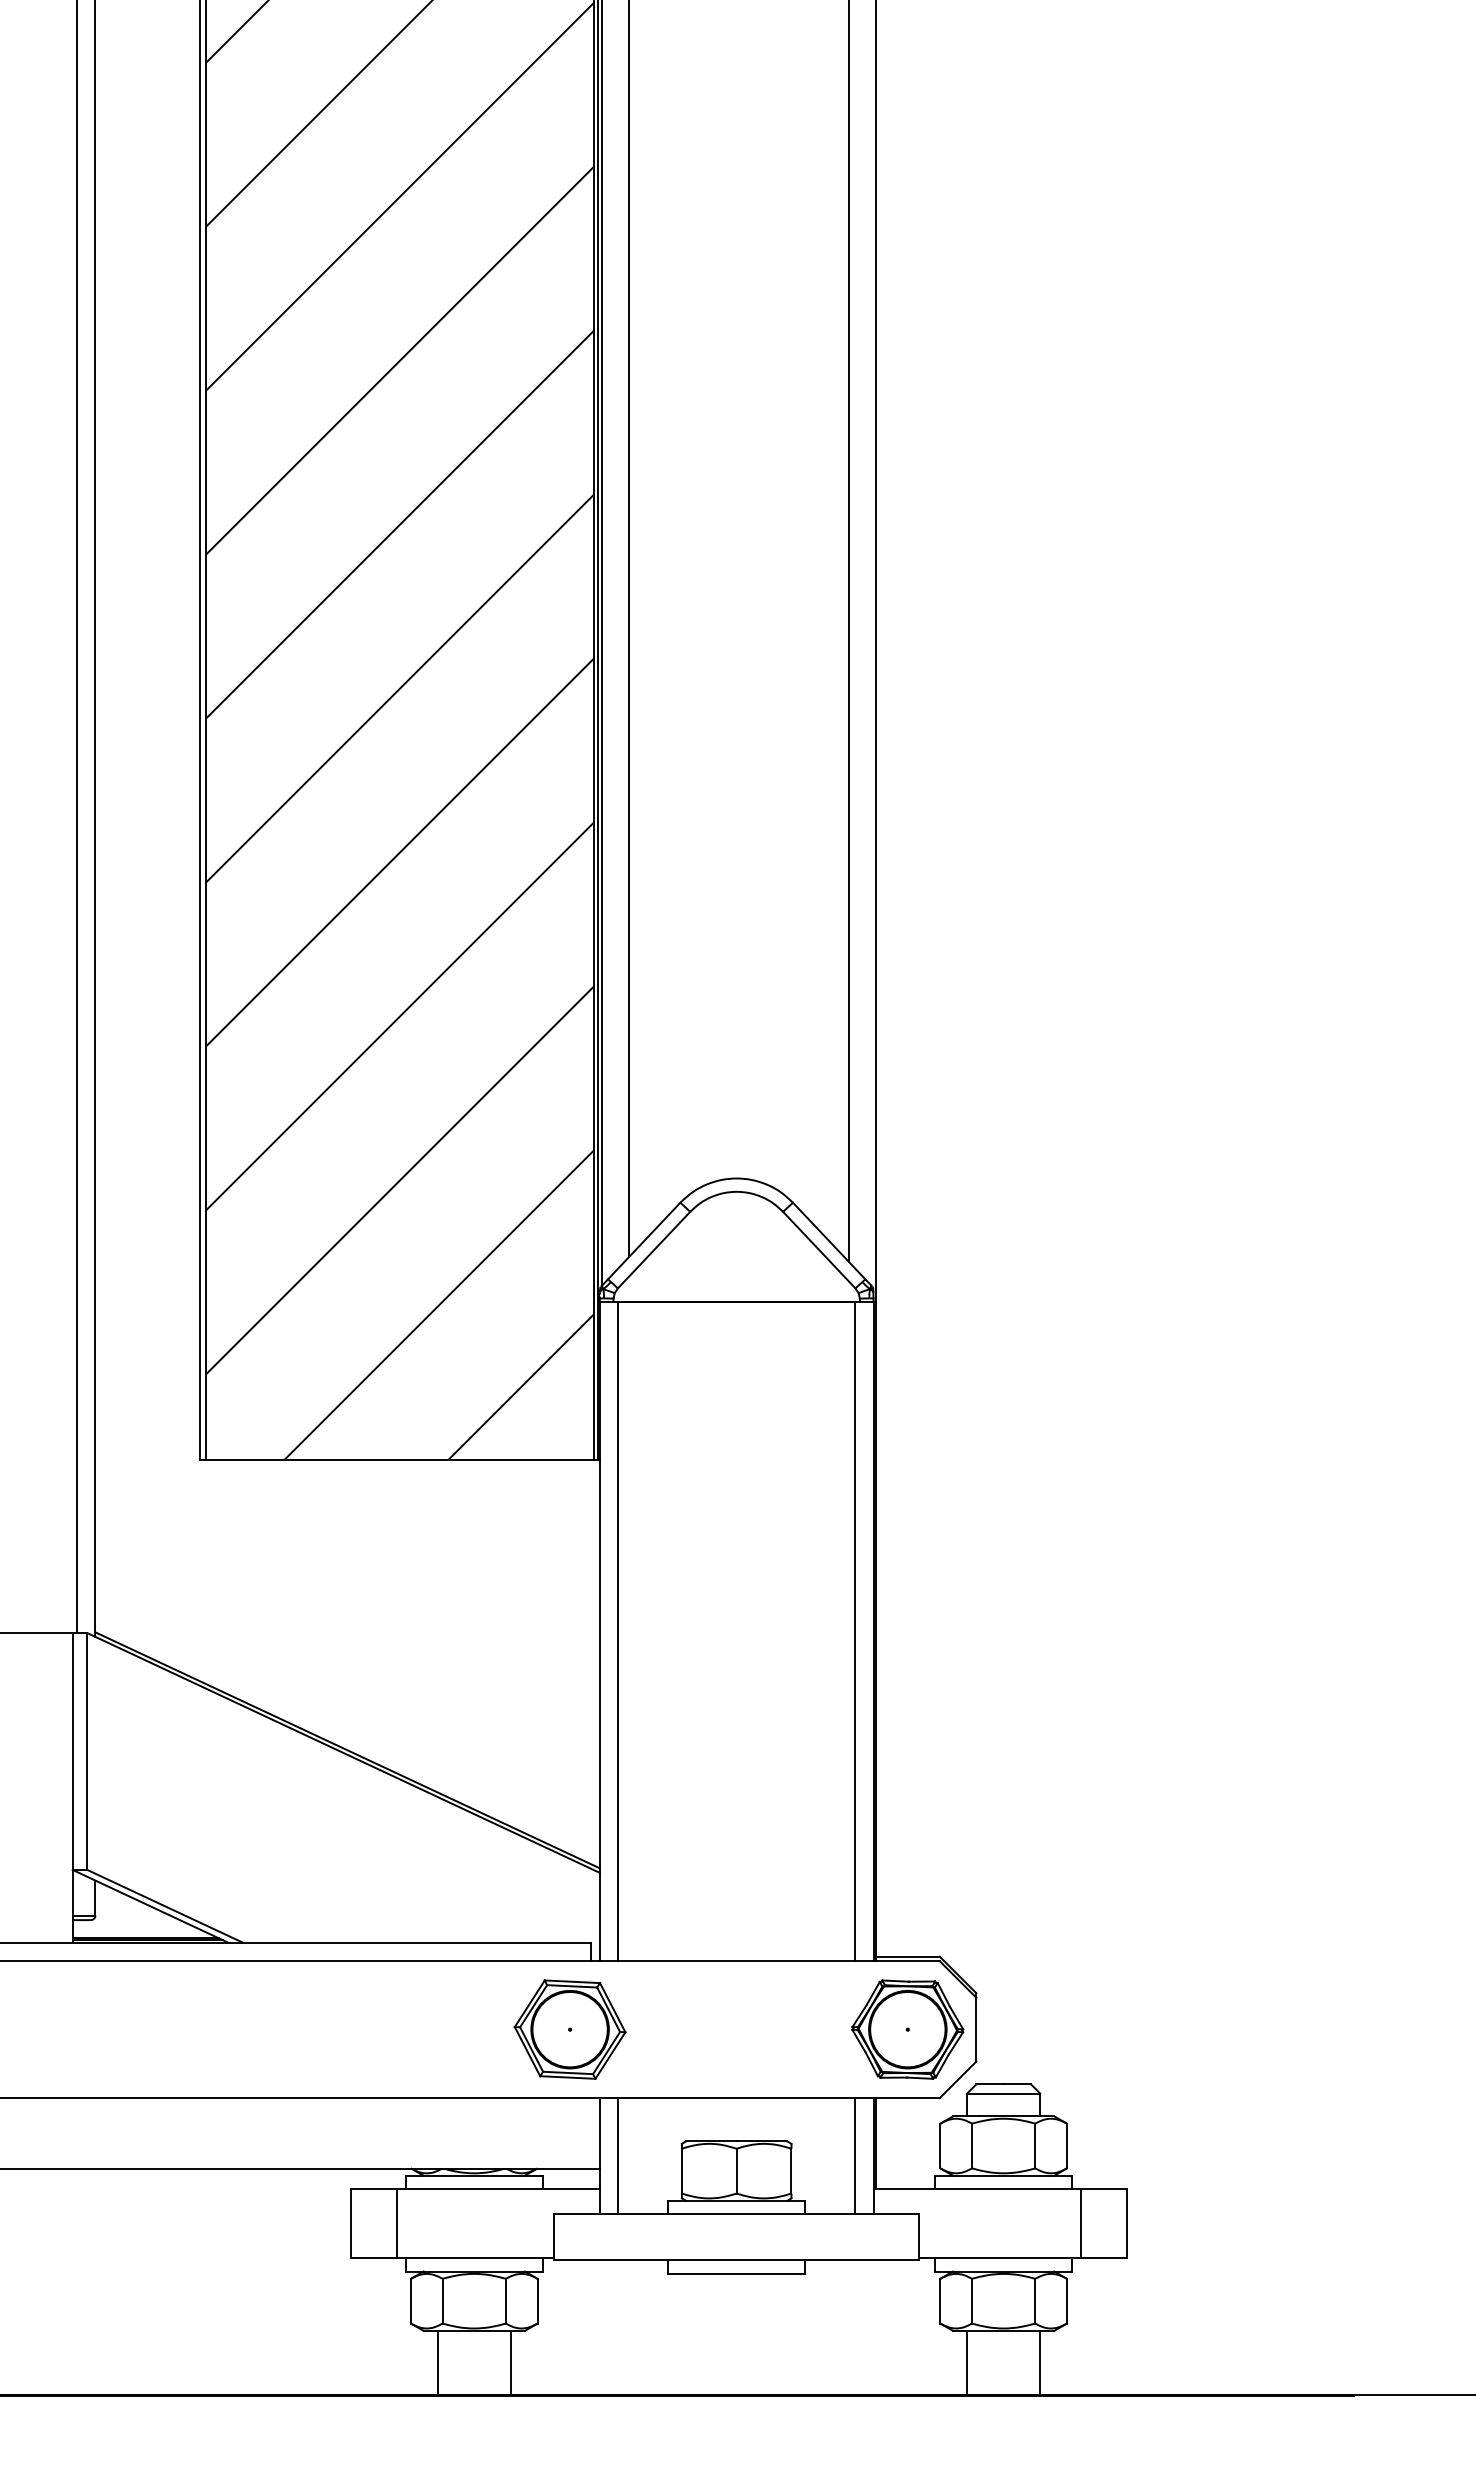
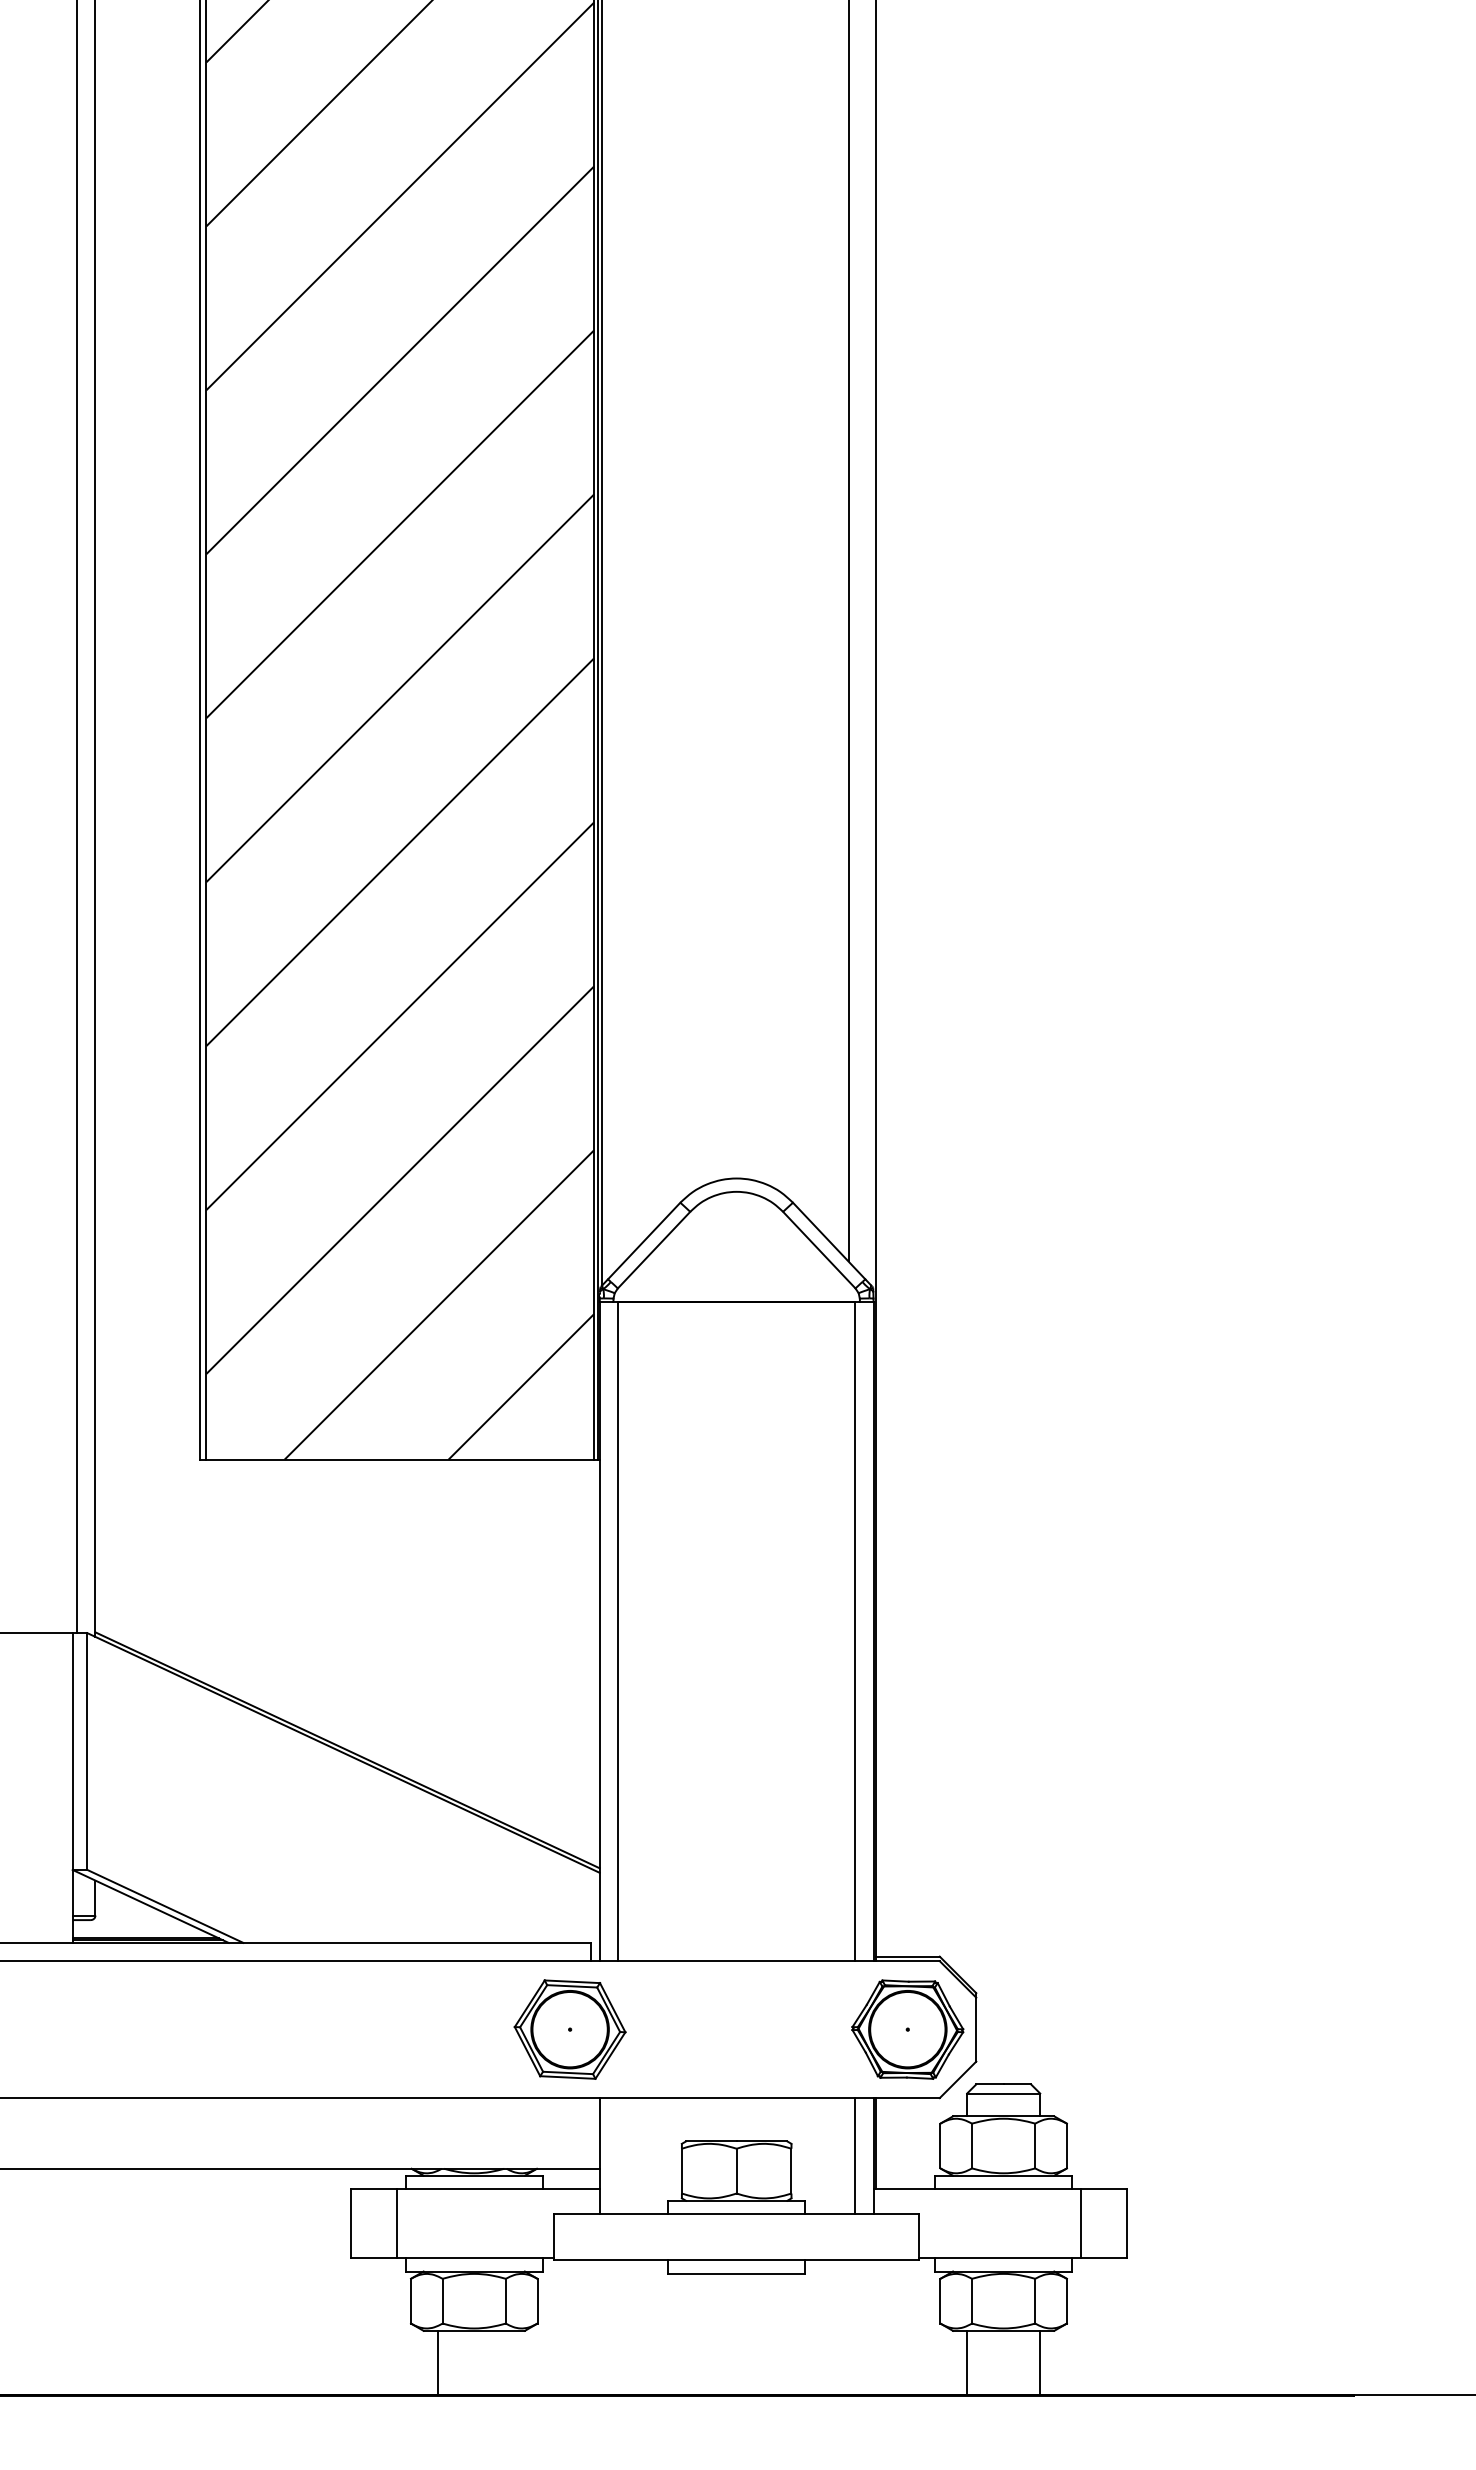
line at (629, 629): present -> none
line at (618, 2156): present -> none
line at (510, 2362): present -> none
